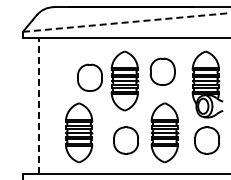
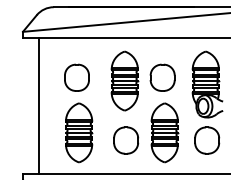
line at (127, 22): dashed -> solid
part at (162, 71) position: (162, 71) -> (162, 77)
part at (89, 77) position: (89, 77) -> (76, 77)
line at (39, 106): dashed -> solid
